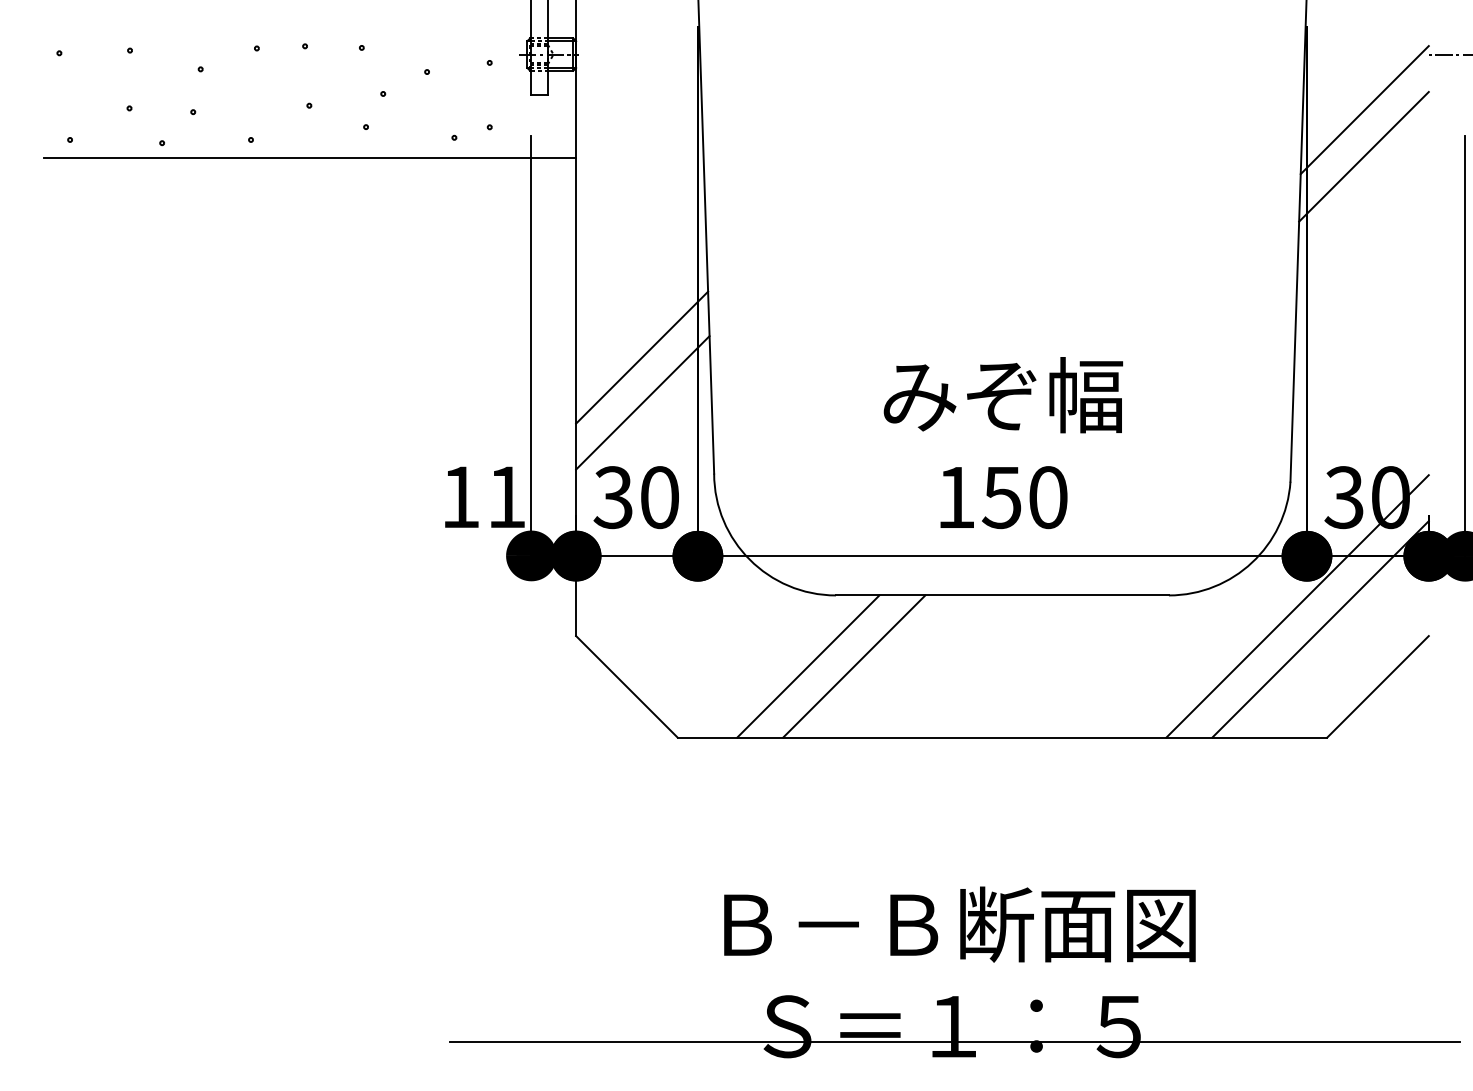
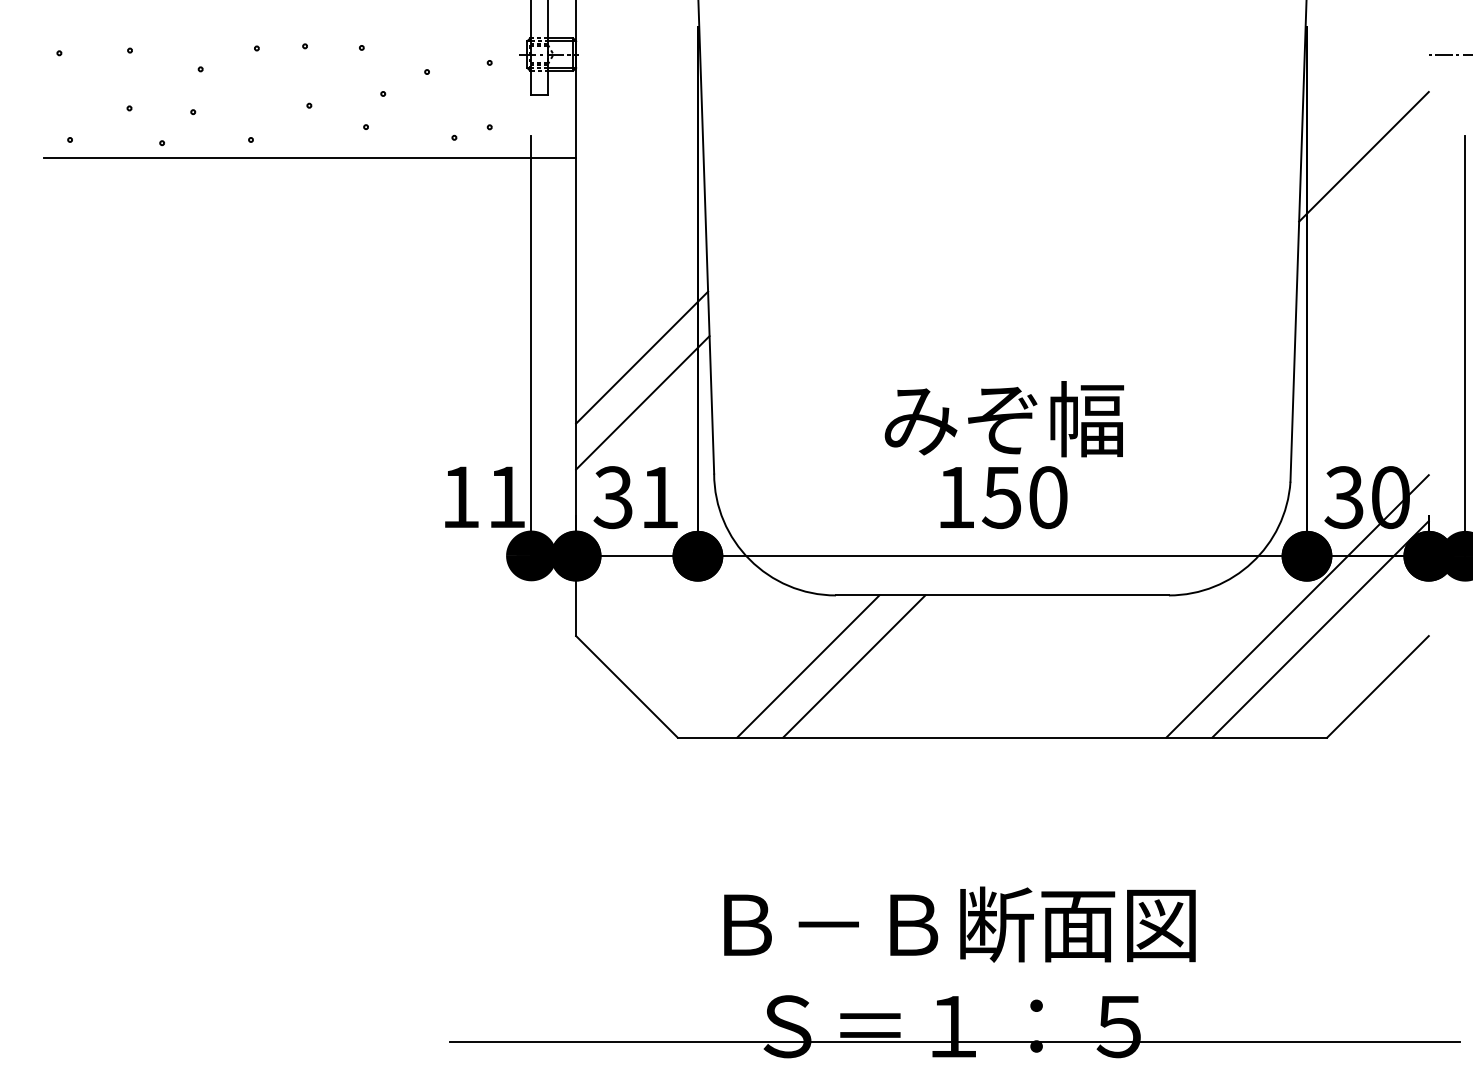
line at (1364, 110): present -> none
text at (1003, 395) position: (1003, 395) -> (1004, 419)
text at (659, 497): 30 -> 31
